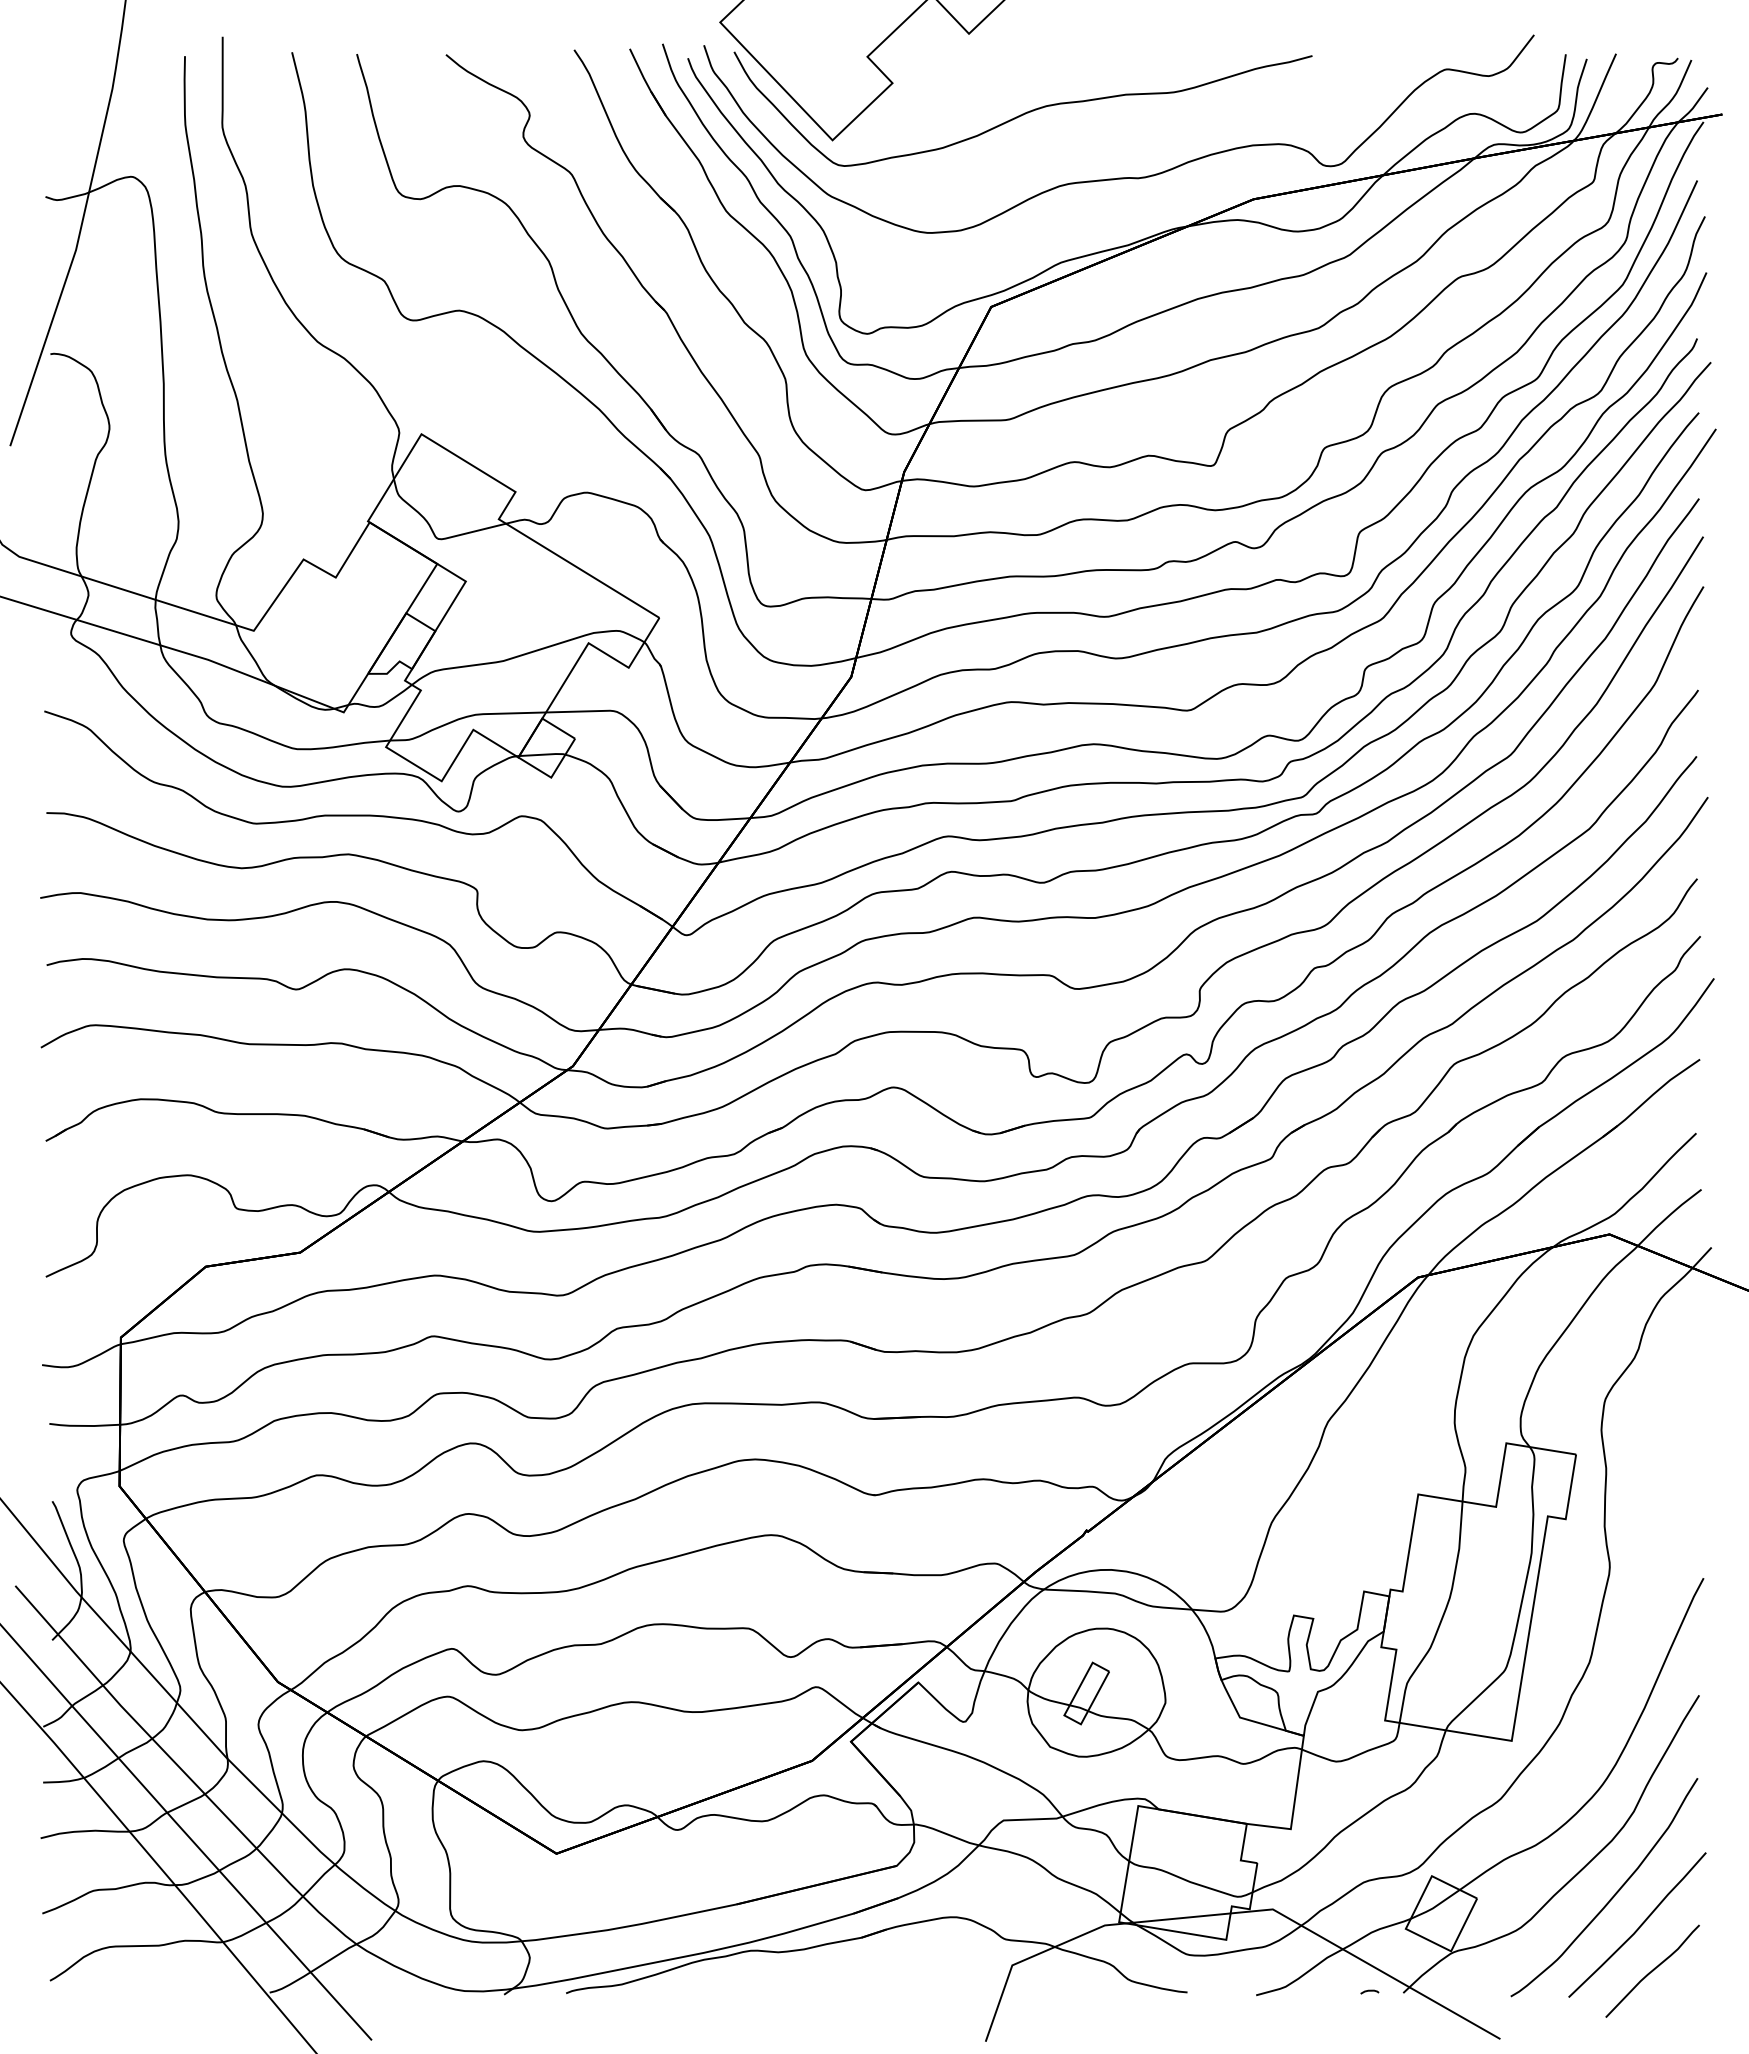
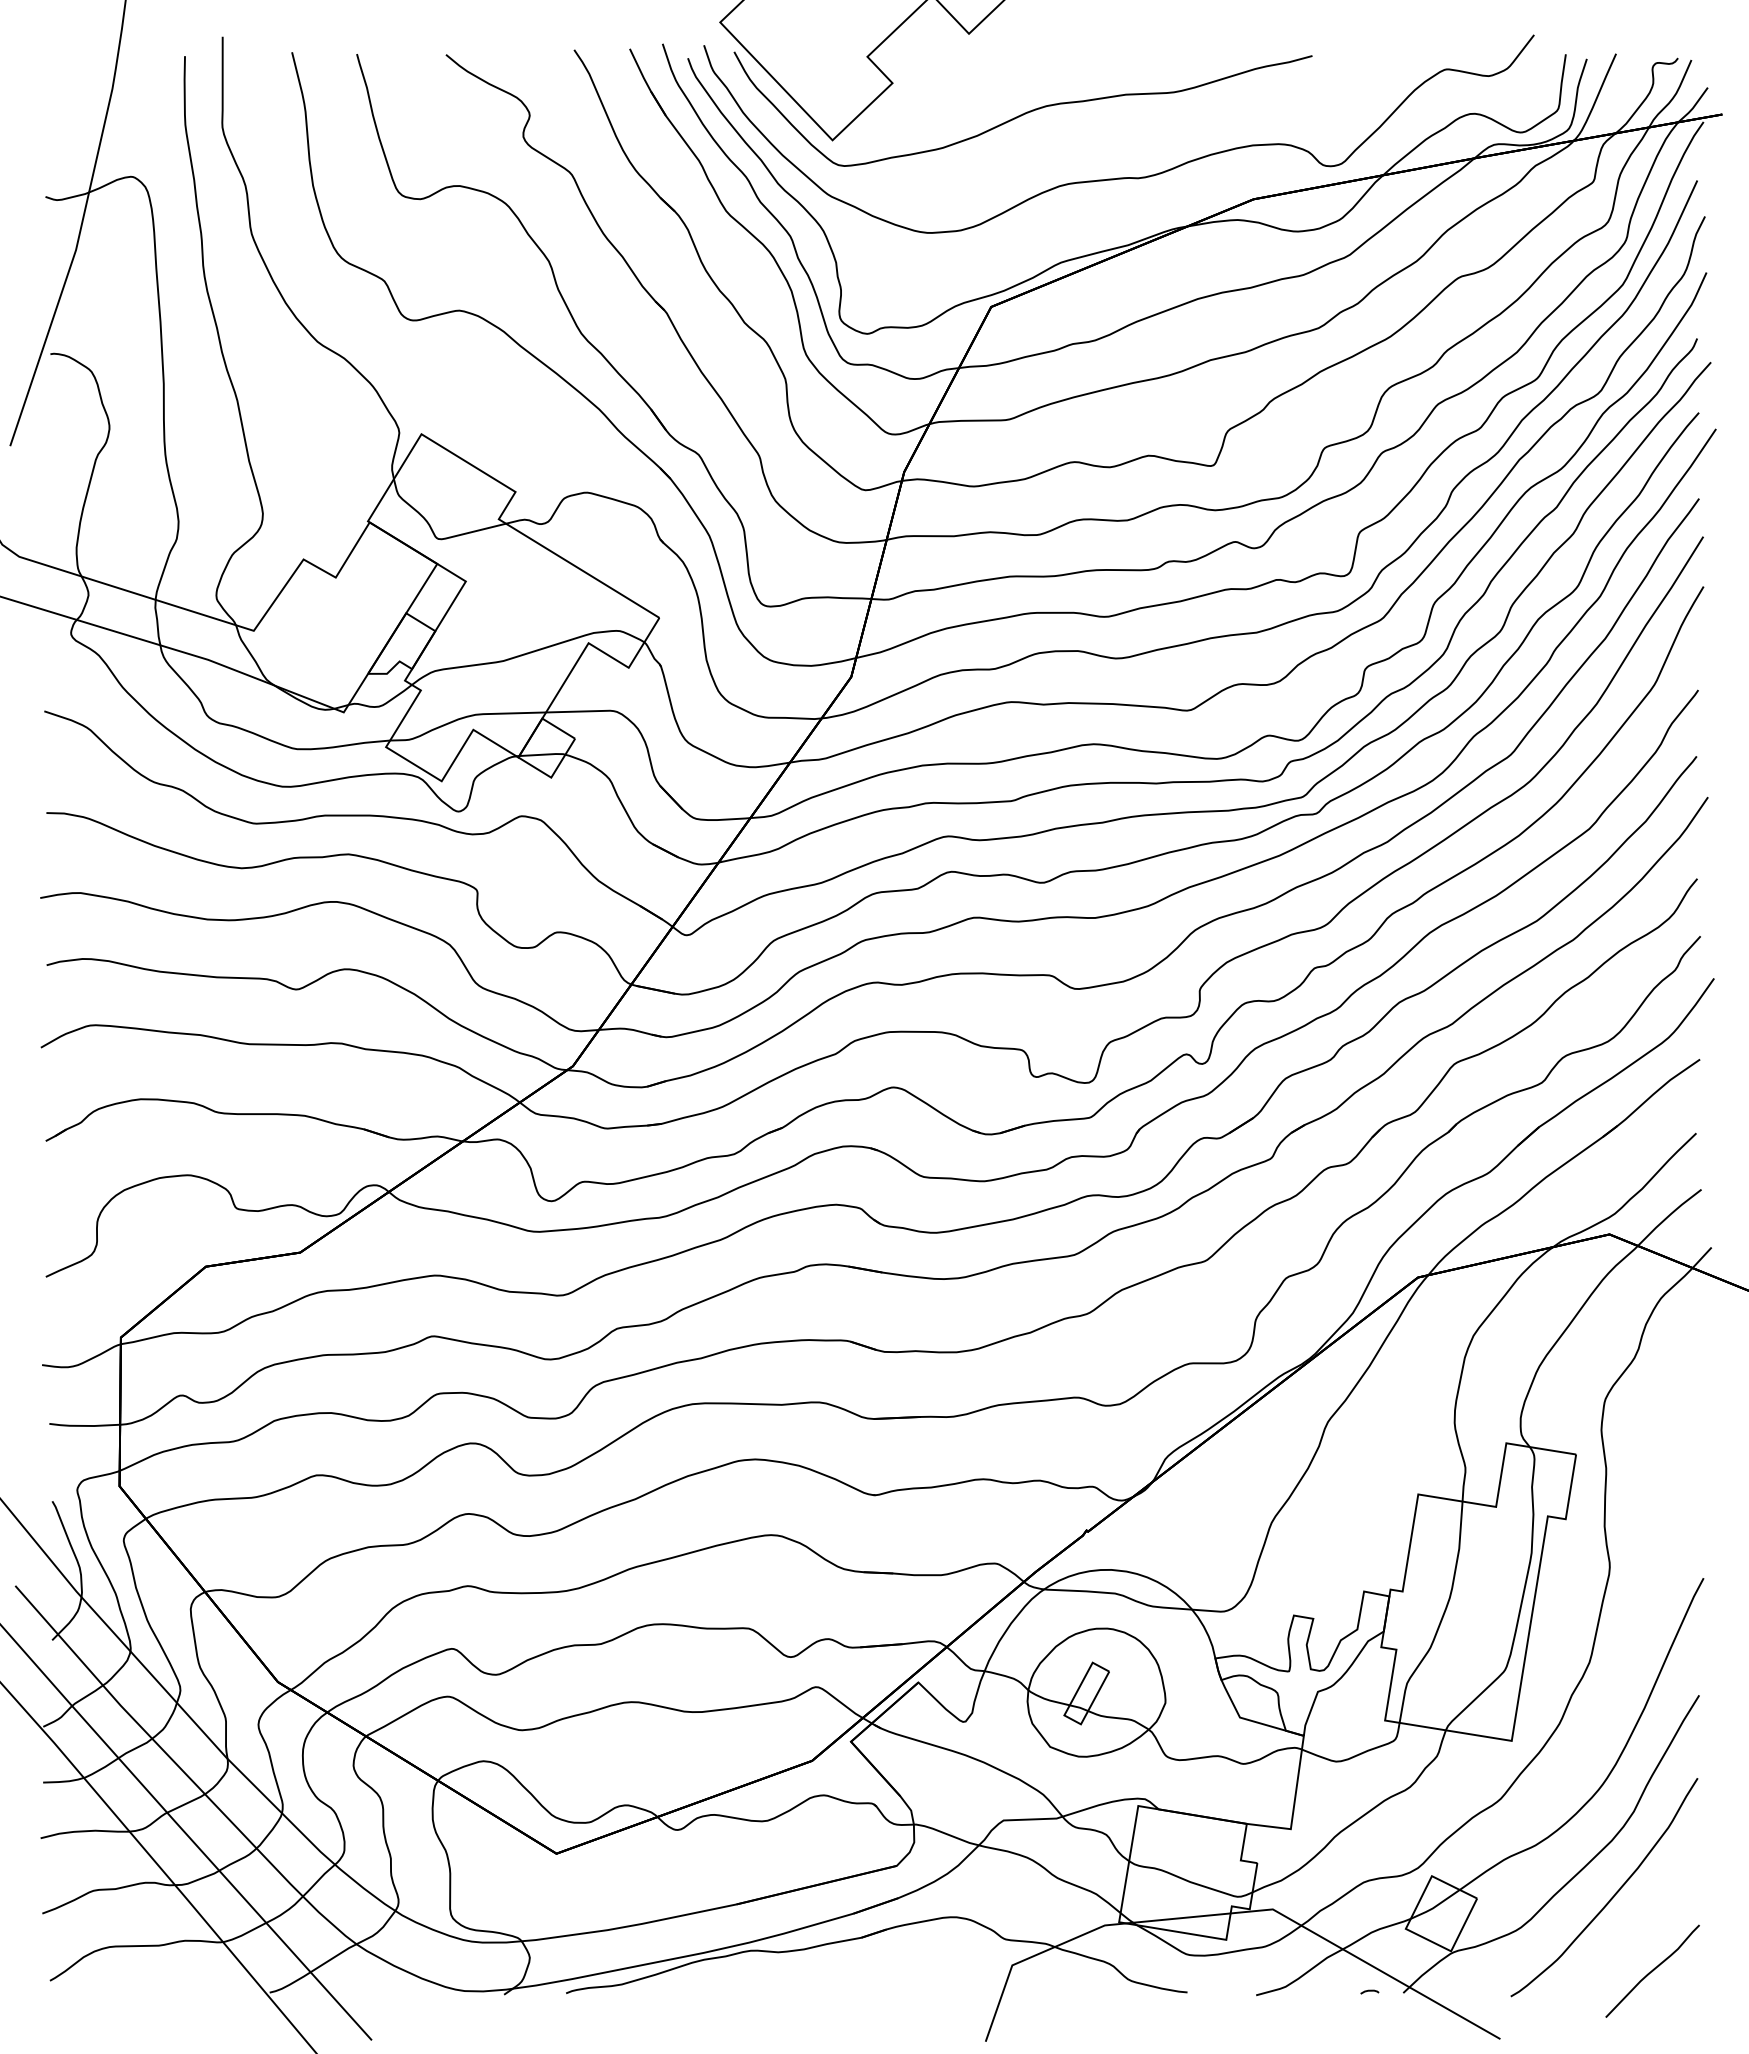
curve at (1639, 1925): present -> none
